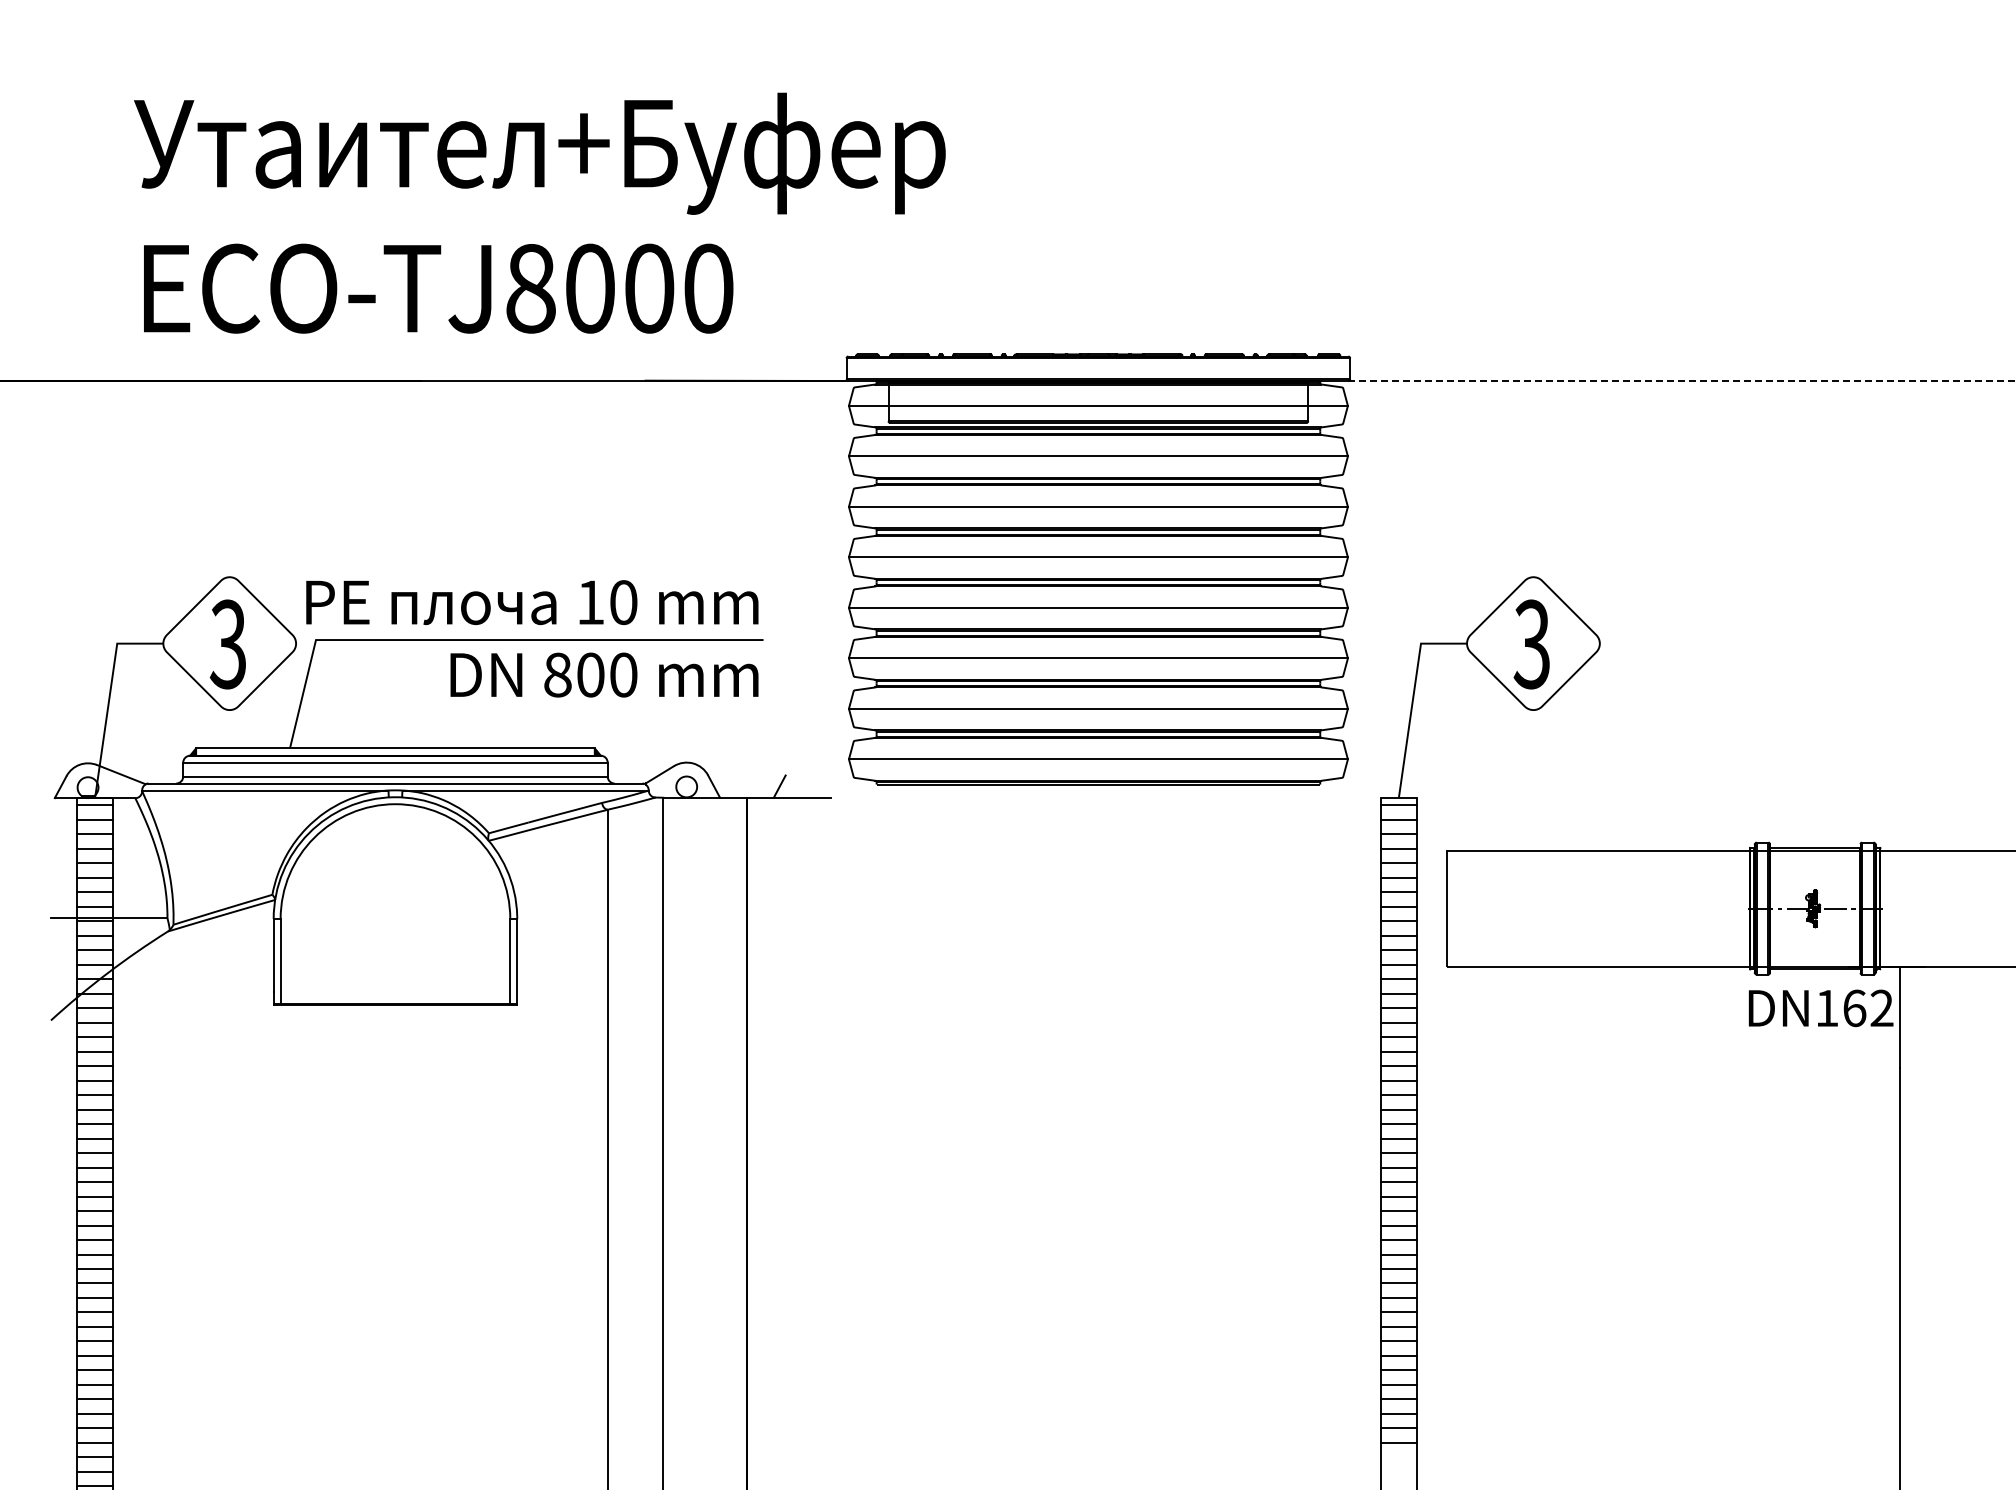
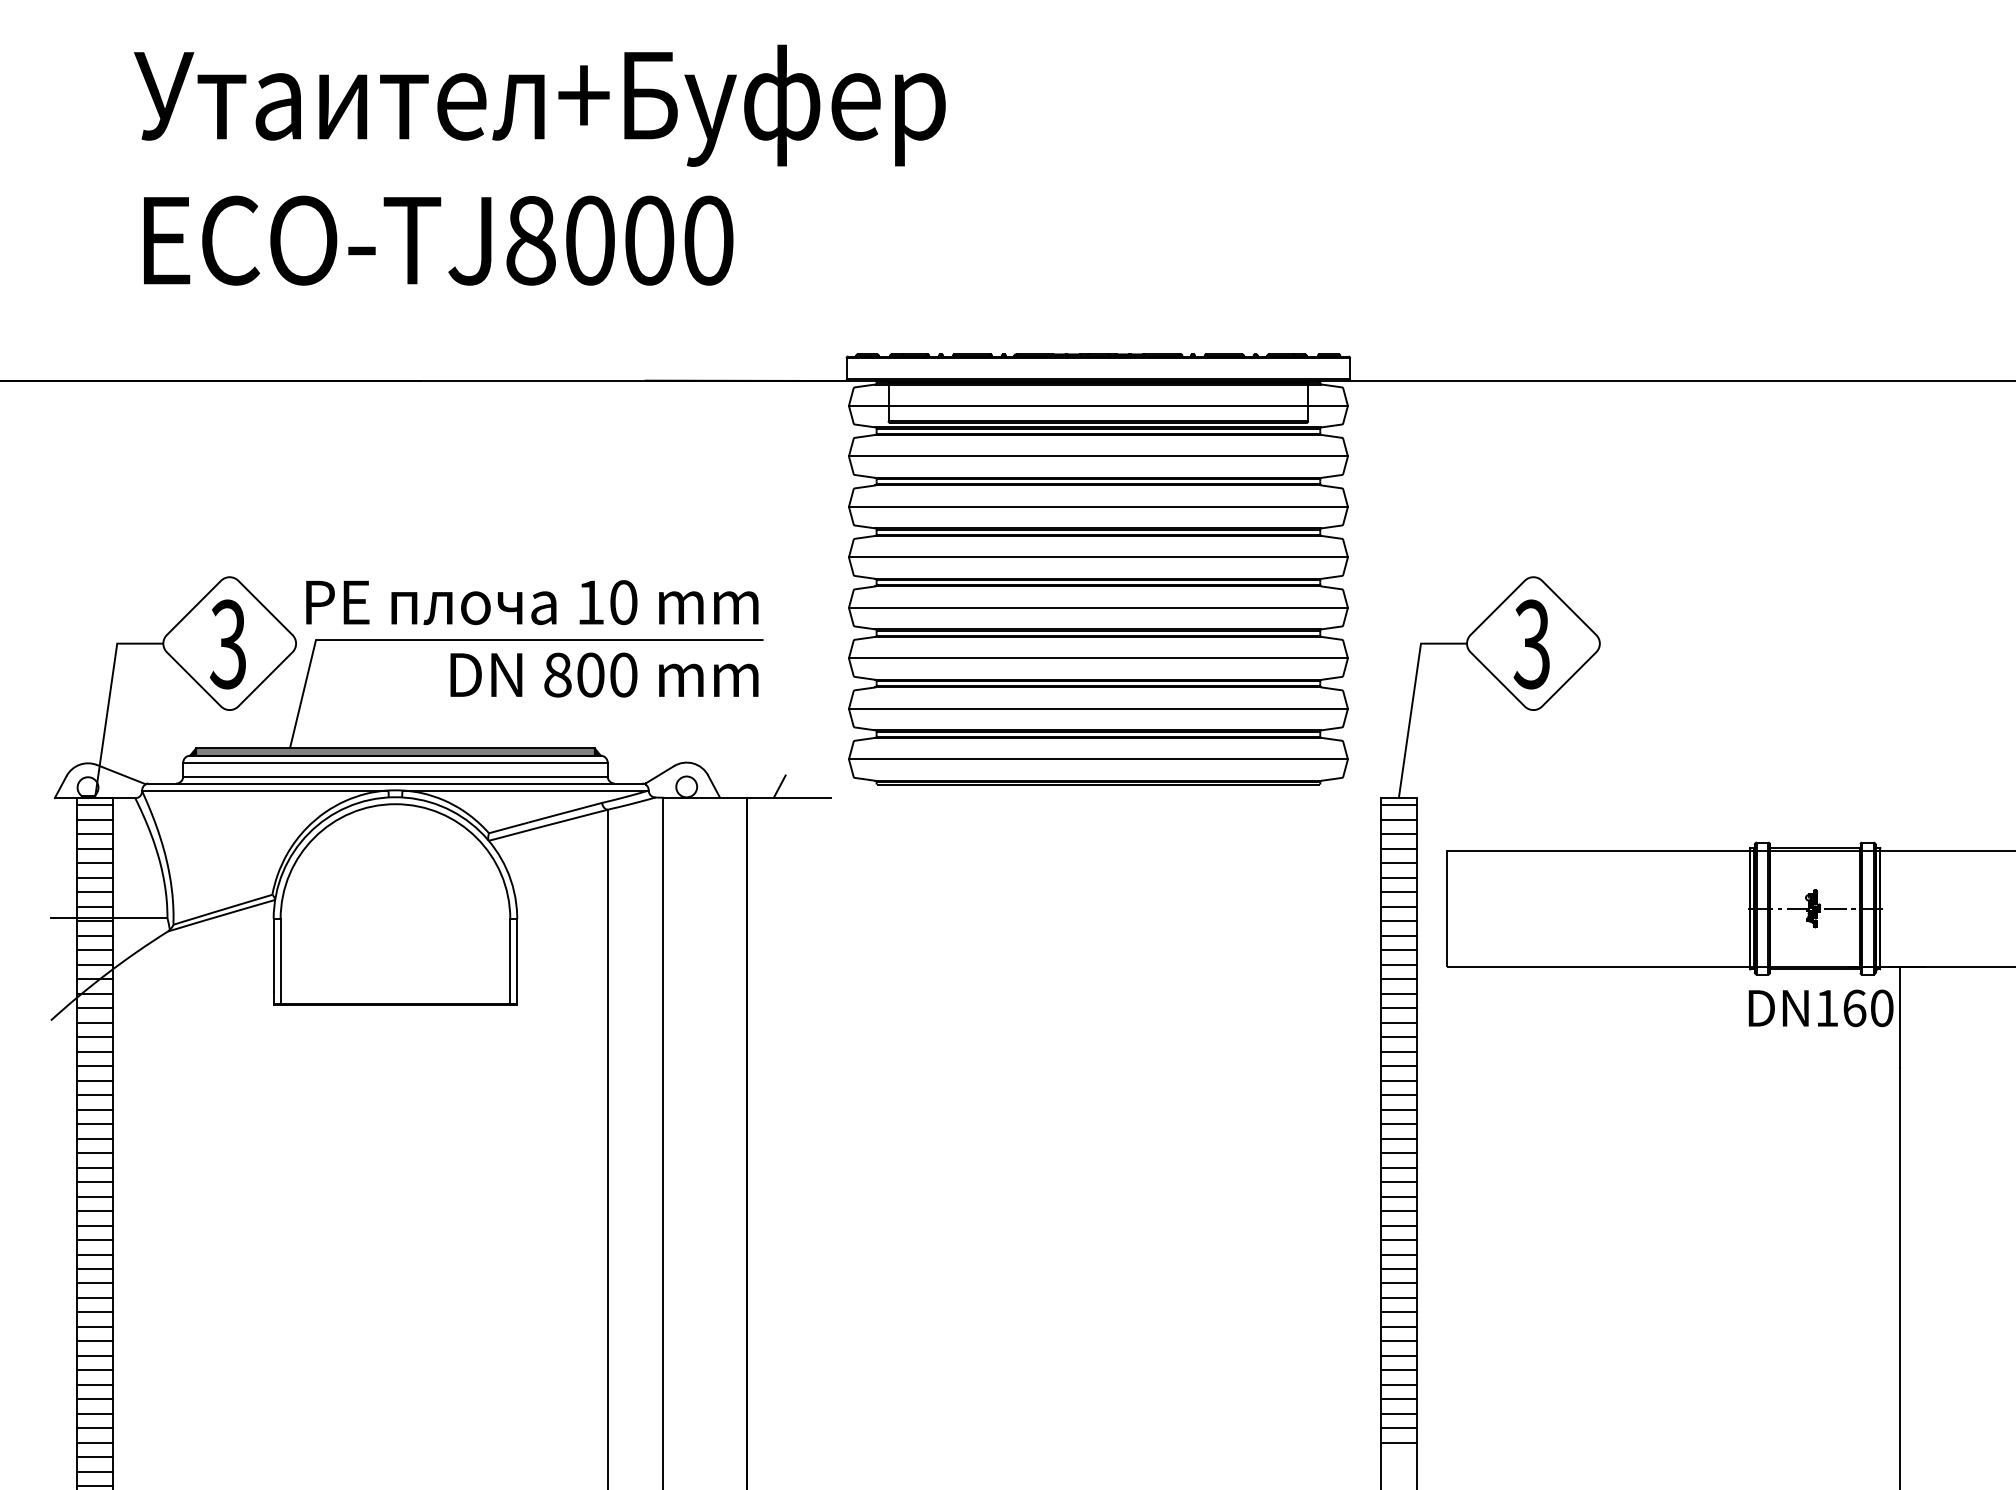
text at (539, 212) position: (539, 212) -> (539, 164)
line at (1682, 381): dashed -> solid
fill at (395, 751): none -> present
text at (1881, 1008): DN162 -> DN160
